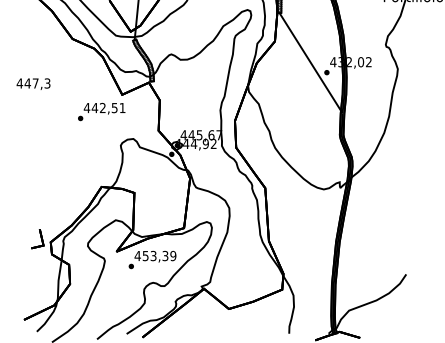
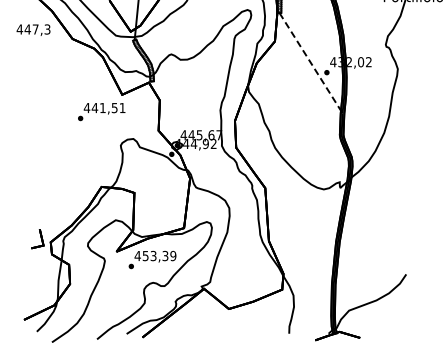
line at (310, 61): solid -> dashed
text at (33, 83) position: (33, 83) -> (33, 29)
text at (102, 107): 442,51 -> 441,51
